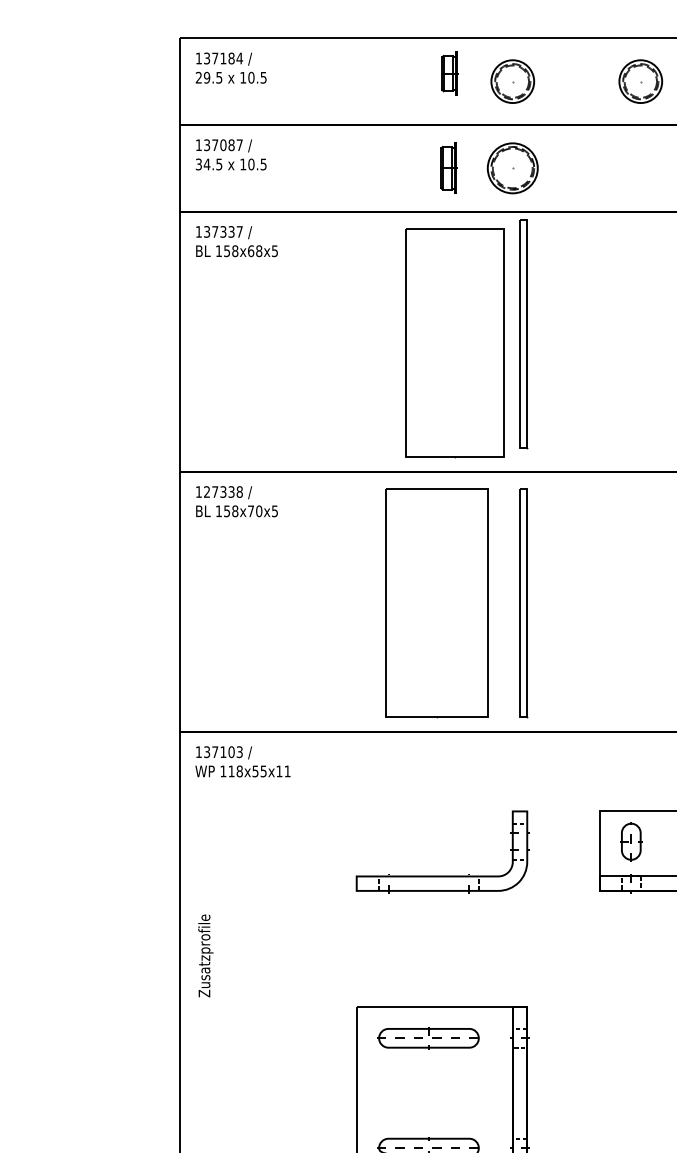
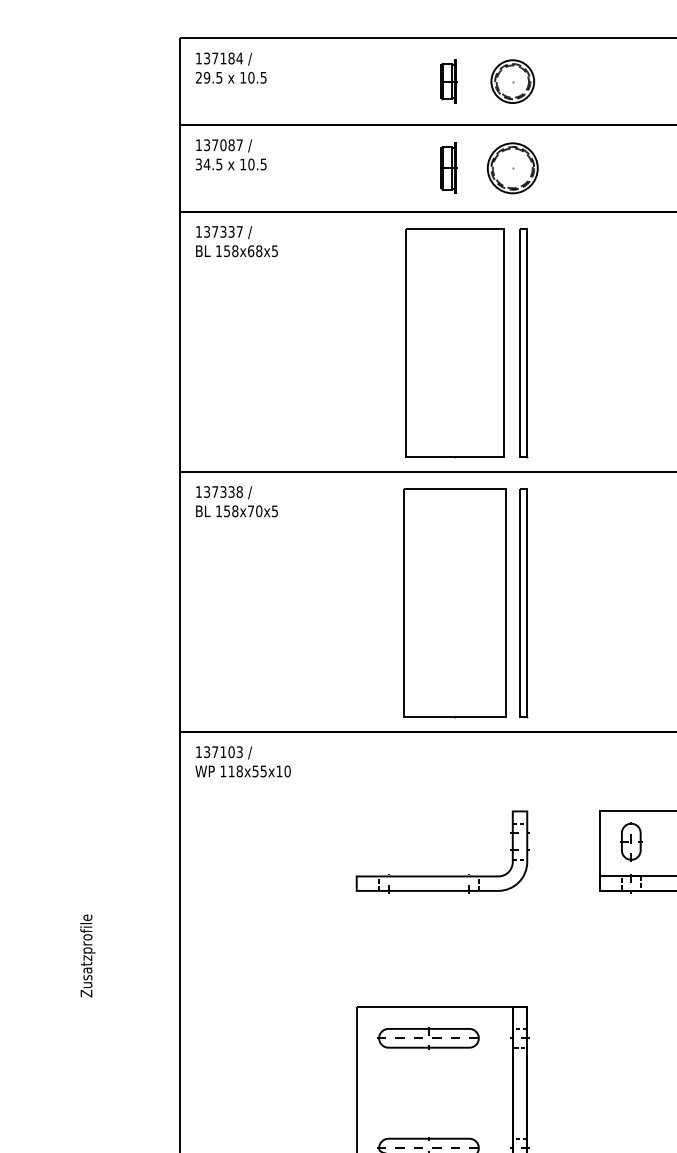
part at (449, 73) position: (449, 73) -> (448, 81)
part at (640, 81): present -> none
part at (523, 334) position: (523, 334) -> (523, 343)
text at (207, 491): 127338 -> 137338
part at (436, 603) position: (436, 603) -> (454, 603)
text at (287, 771): 118x55x11 -> 118x55x10
text at (205, 955) position: (205, 955) -> (87, 955)
